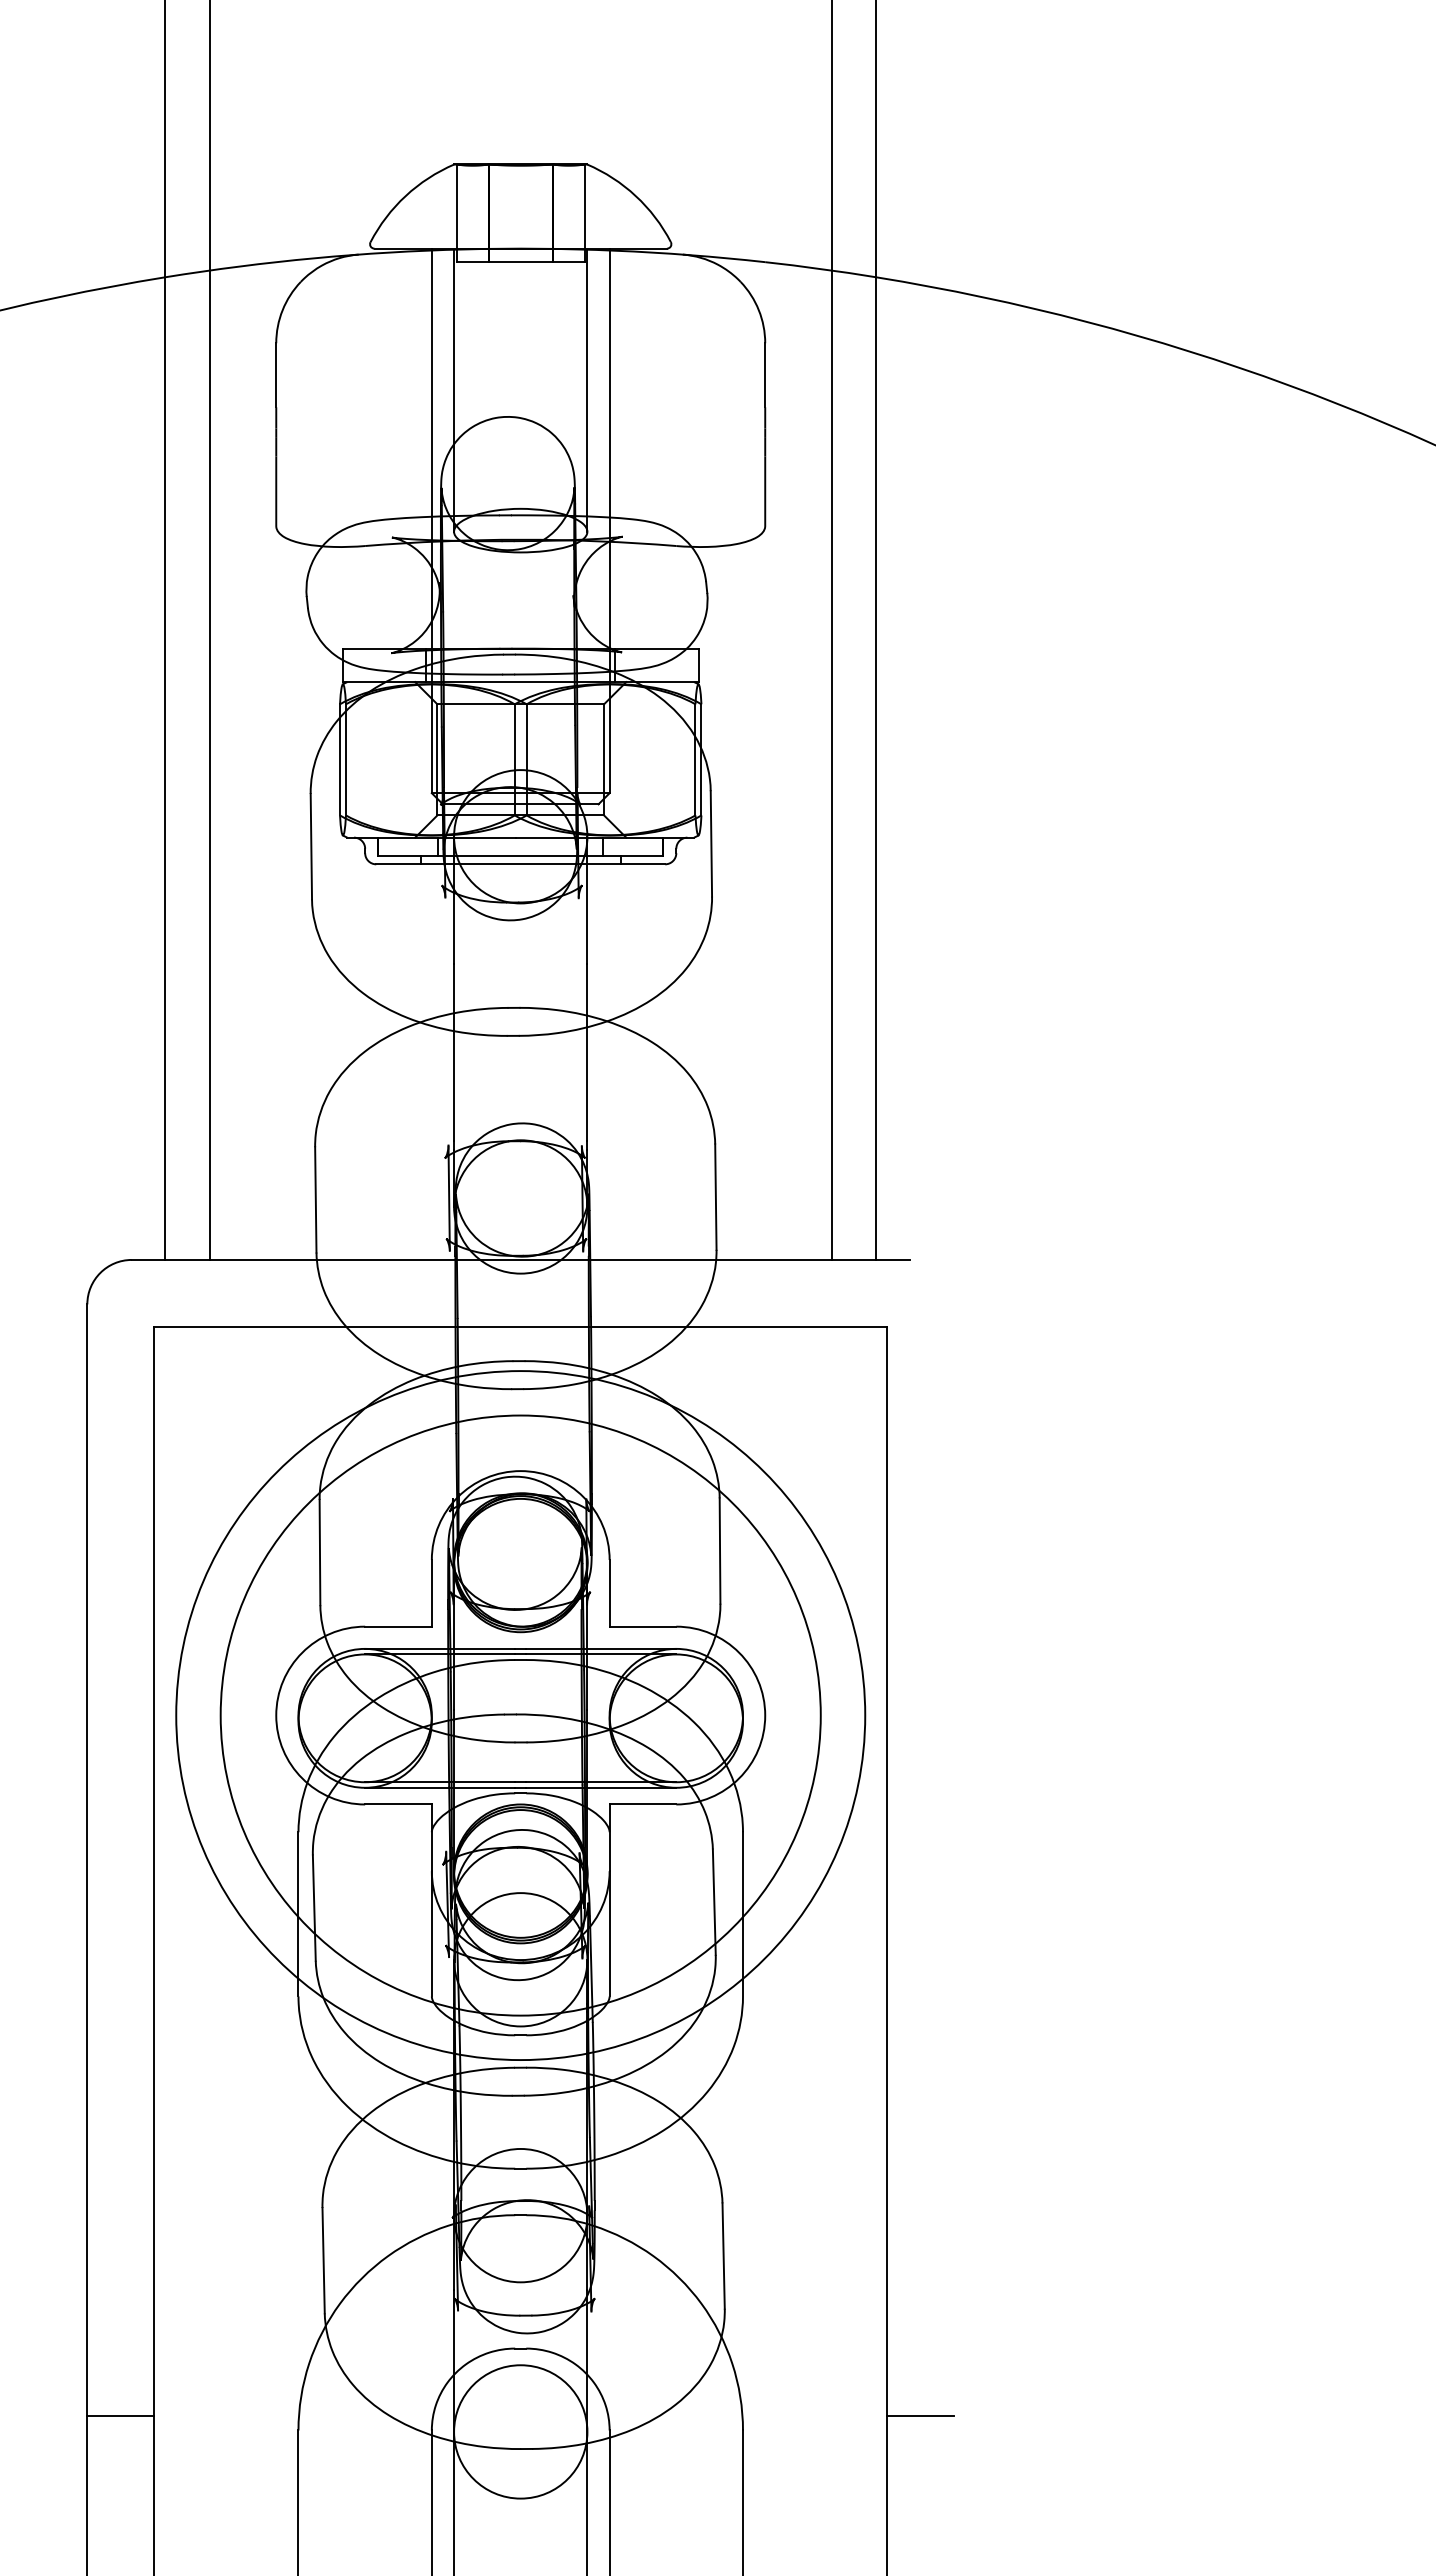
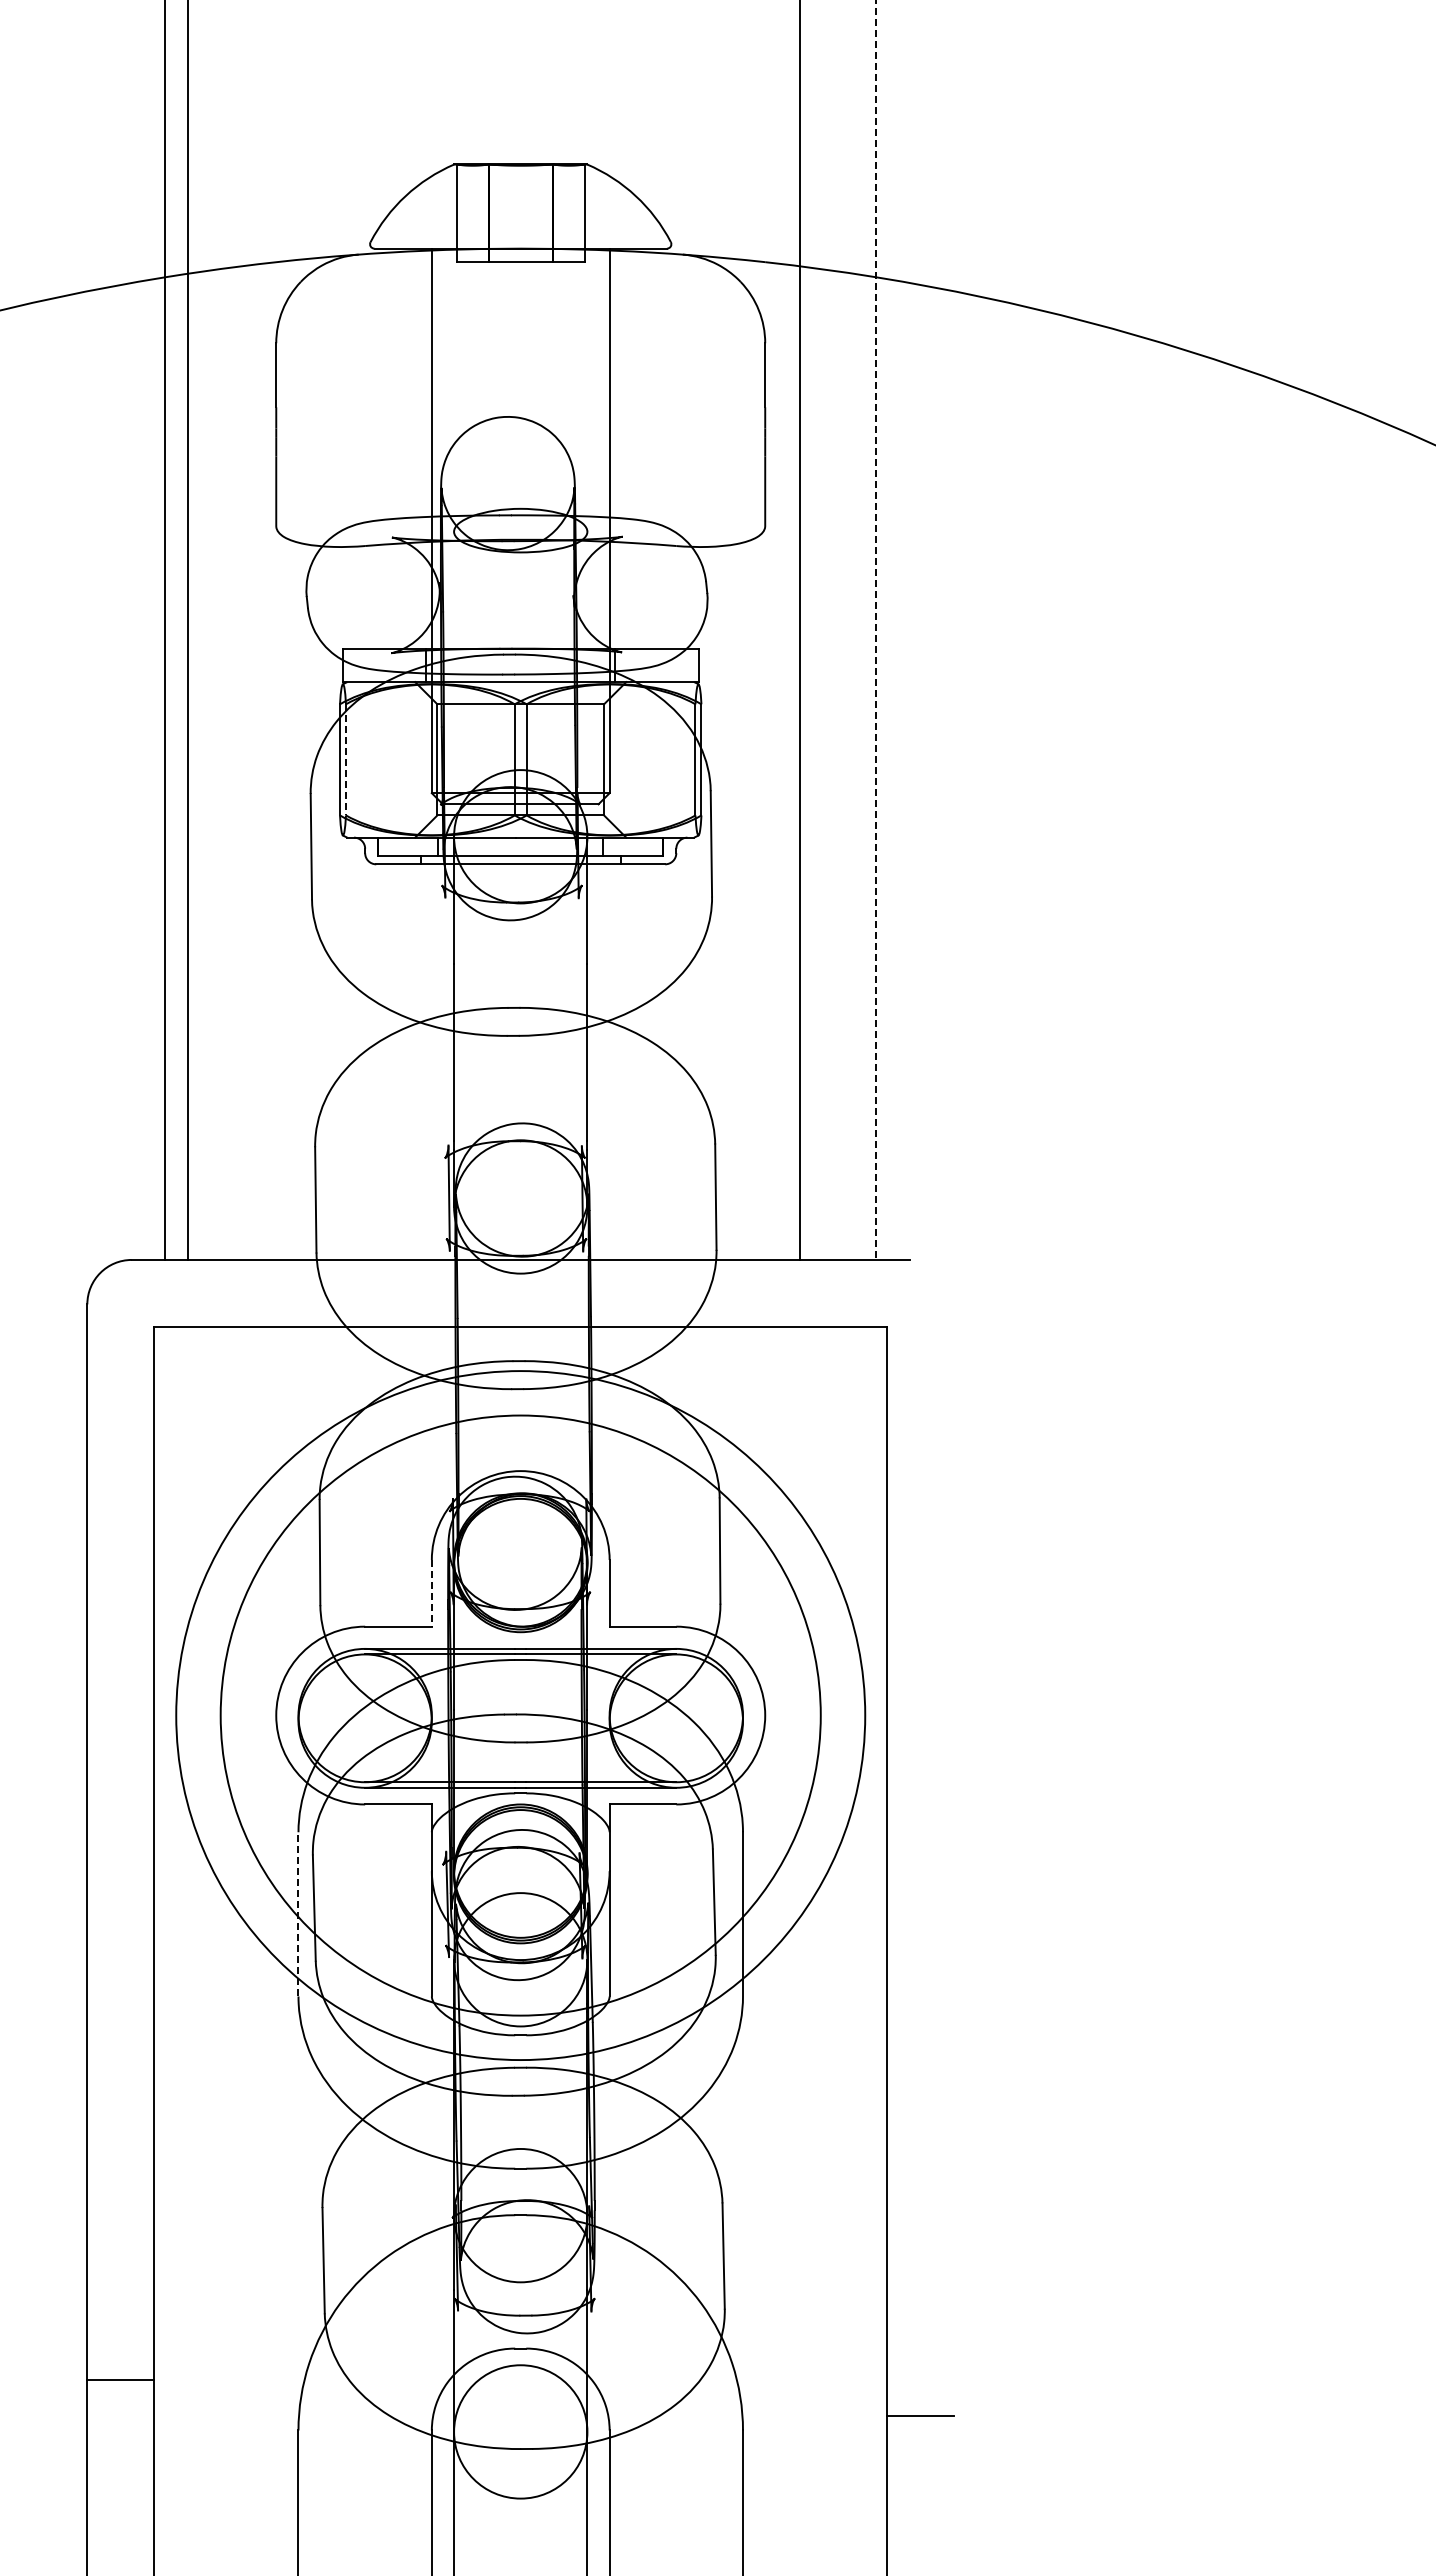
line at (454, 390): present -> none
line at (587, 390): present -> none
line at (876, 629): solid -> dashed
line at (209, 630) position: (209, 630) -> (187, 630)
line at (831, 630) position: (831, 630) -> (799, 630)
line at (346, 759): solid -> dashed
line at (431, 1593): solid -> dashed
line at (298, 1913): solid -> dashed
line at (120, 2415) position: (120, 2415) -> (120, 2379)
